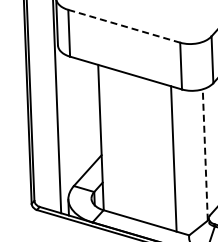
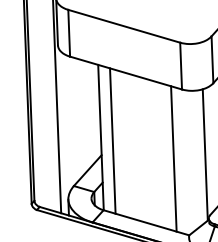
line at (124, 26): dashed -> solid
line at (112, 140): none -> present
line at (205, 155): dashed -> solid
